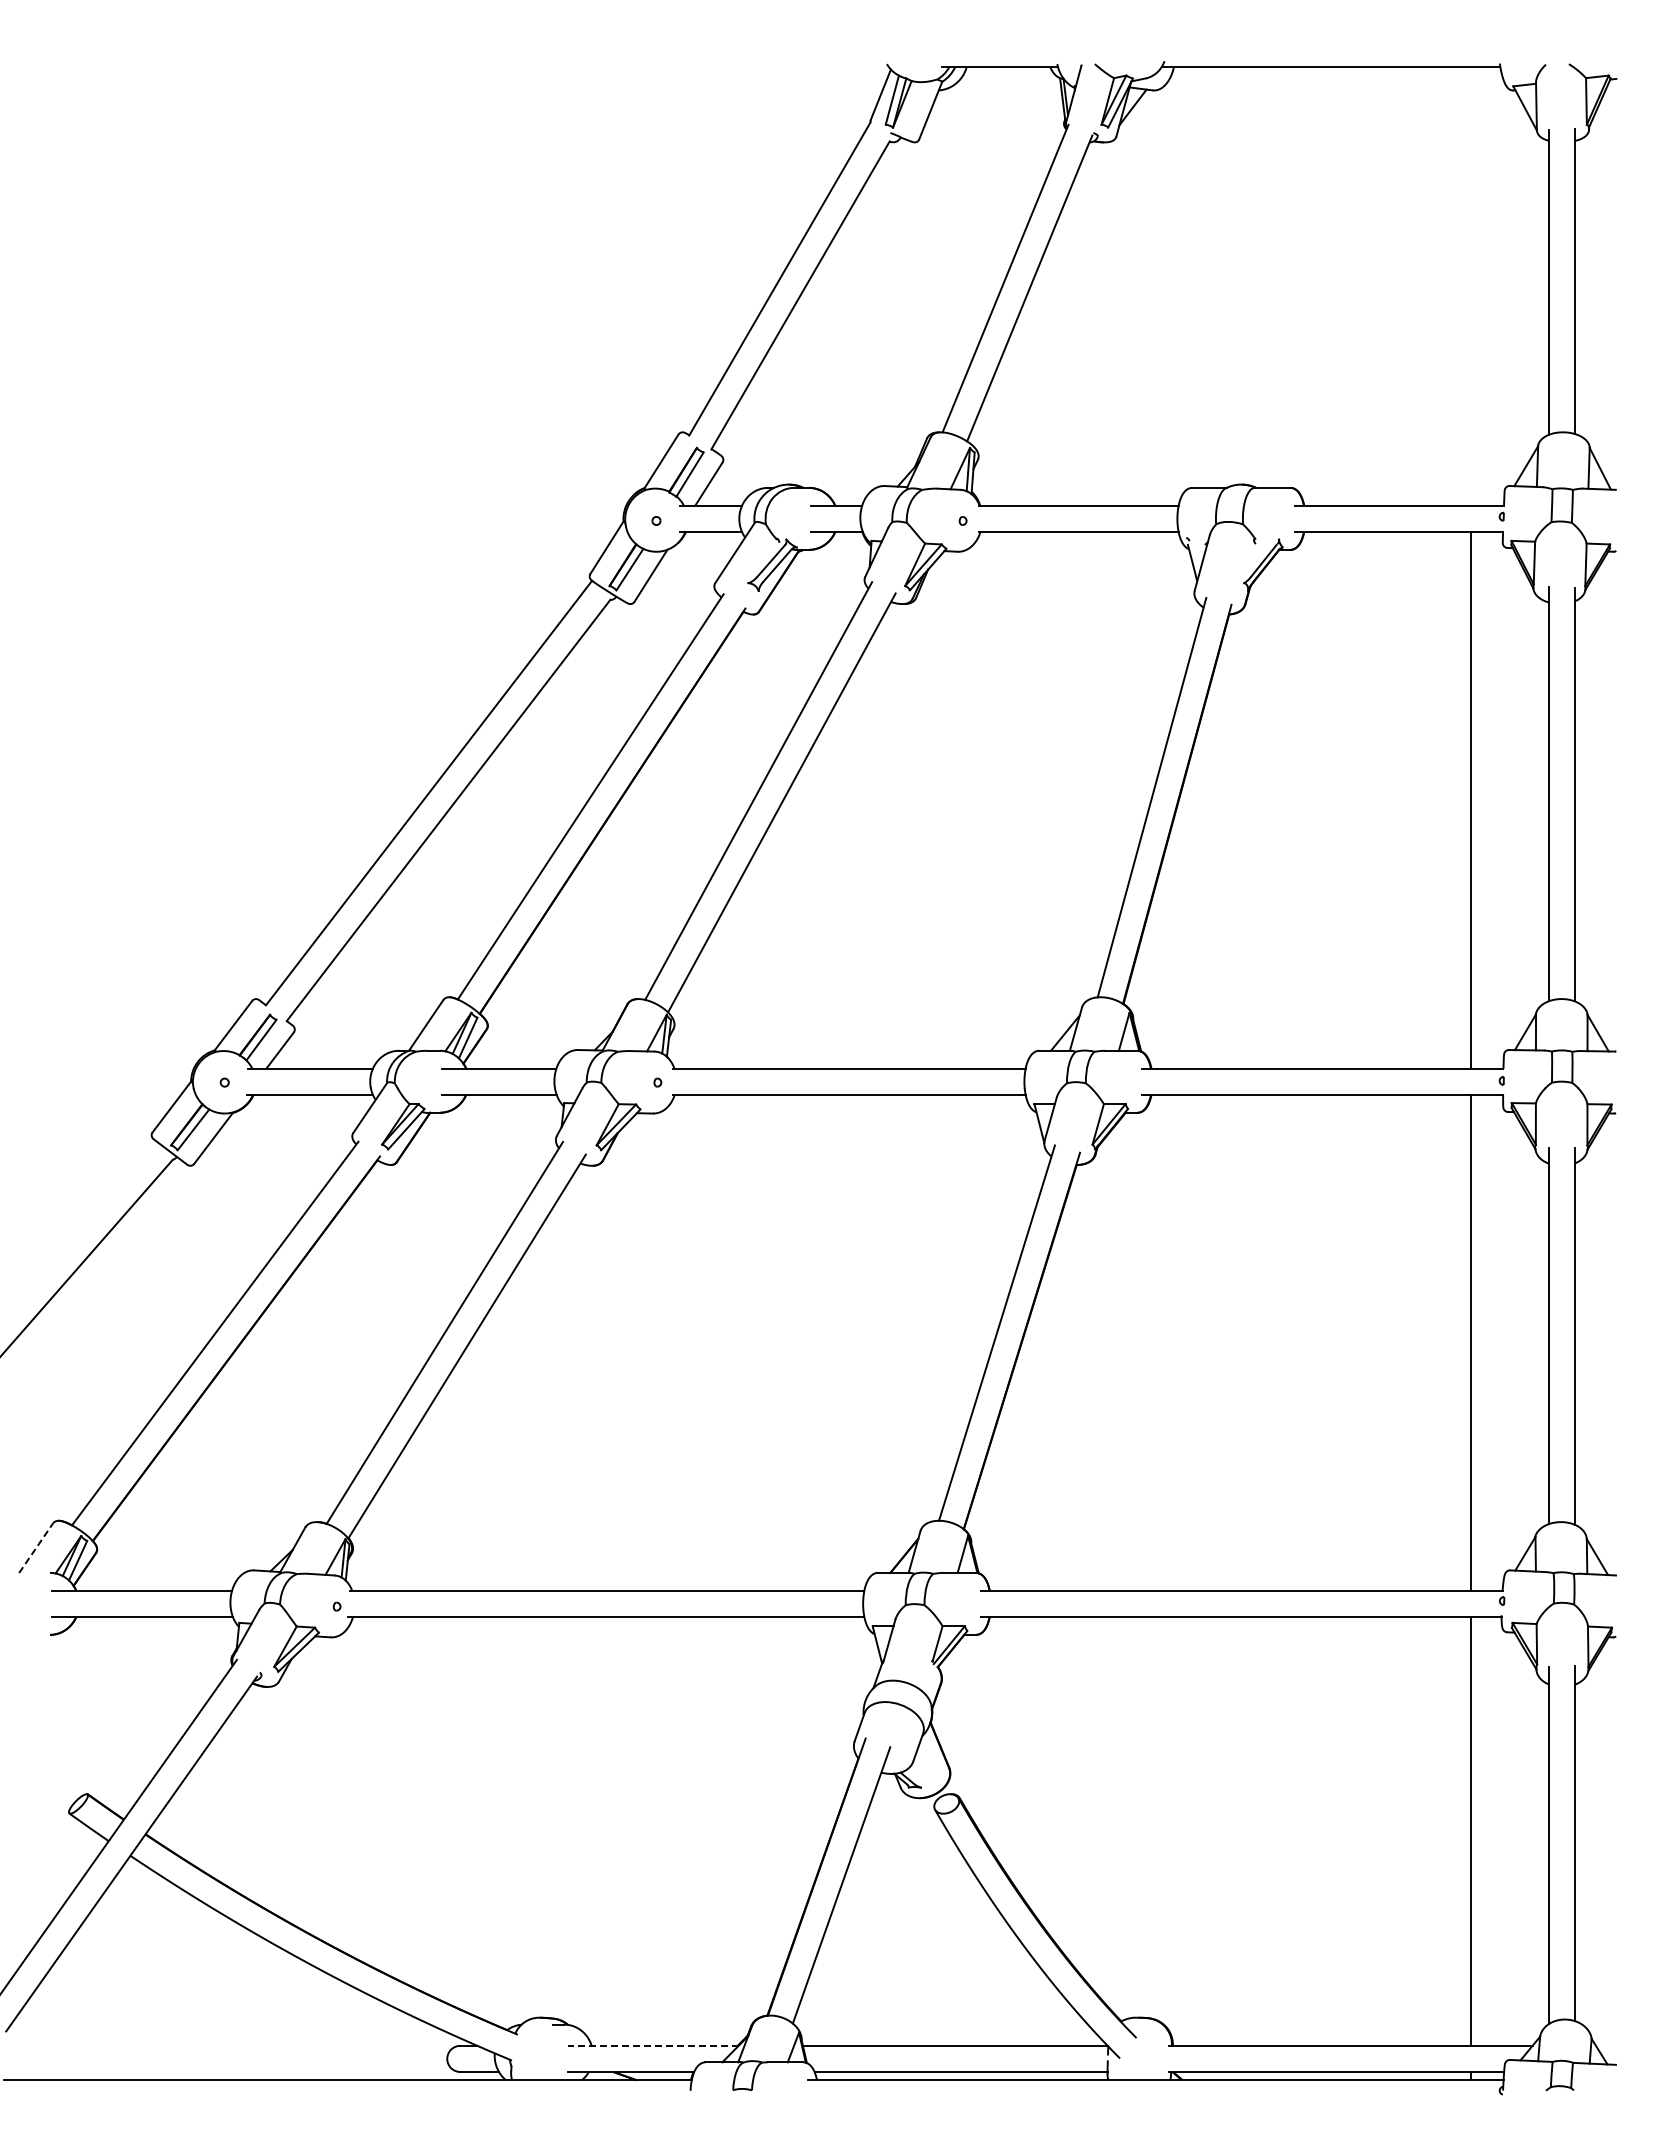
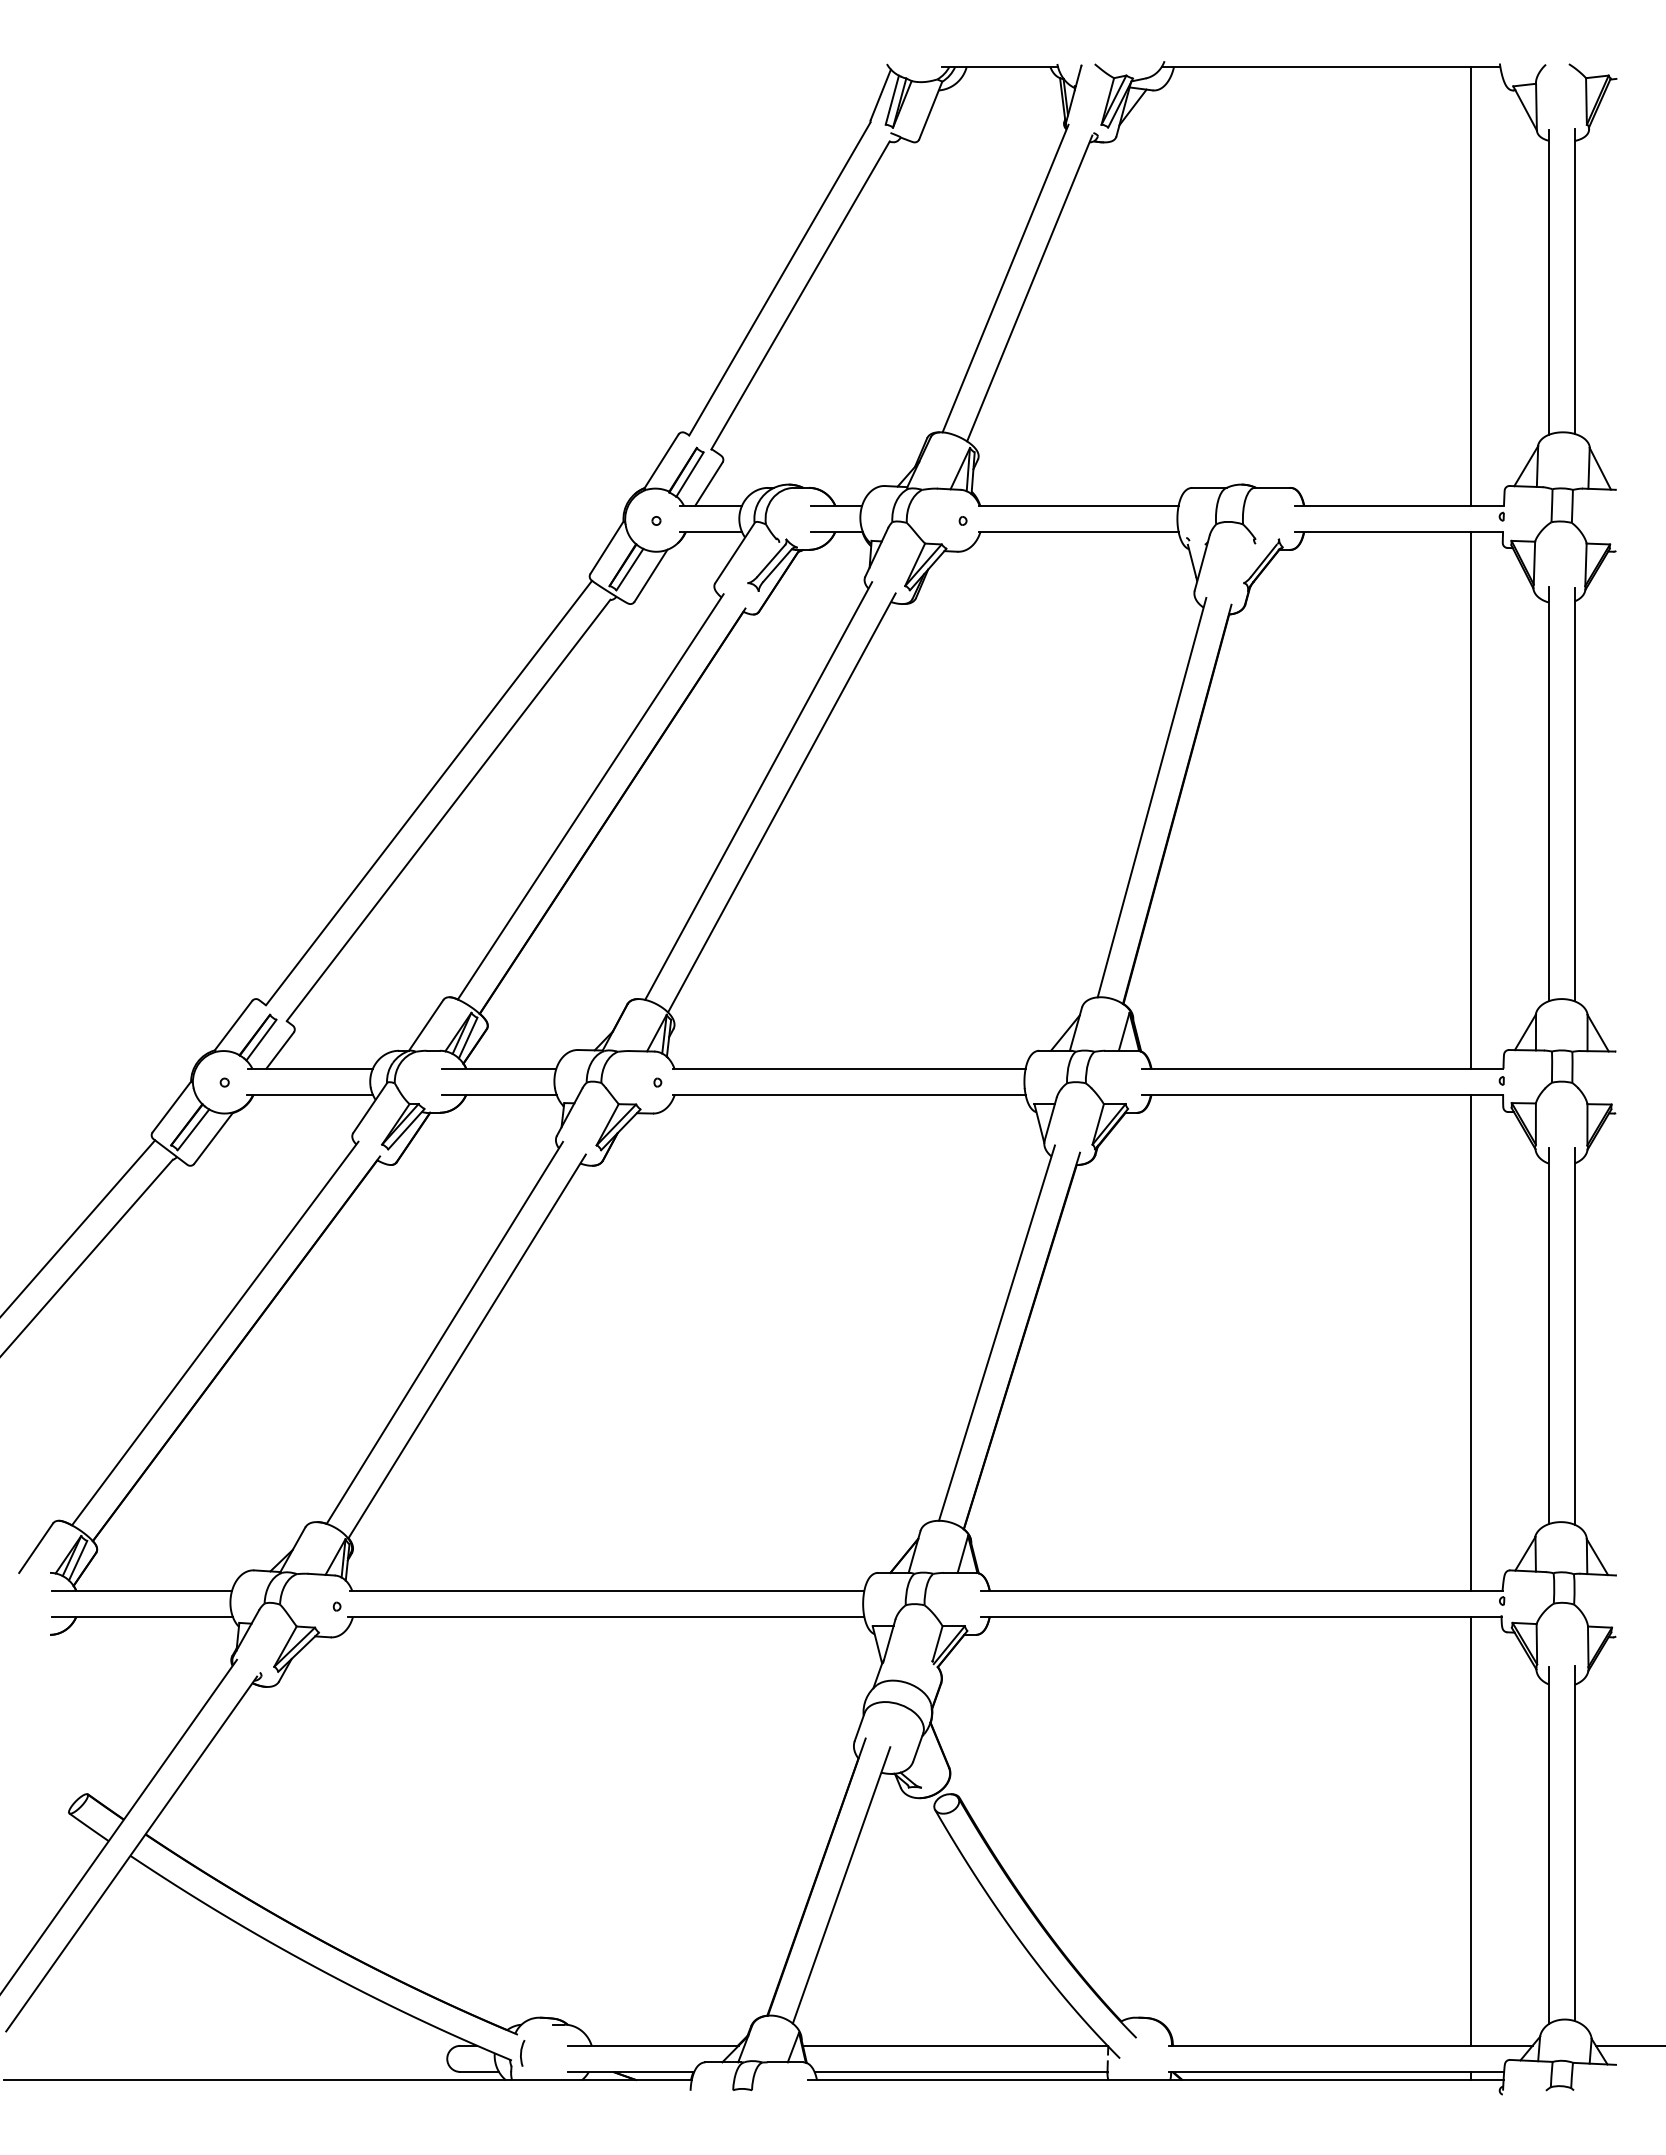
line at (1471, 285): none -> present
line at (78, 1227): none -> present
line at (36, 1548): dashed -> solid
line at (653, 2045): dashed -> solid
line at (1628, 2045): none -> present
curve at (521, 2053): none -> present
